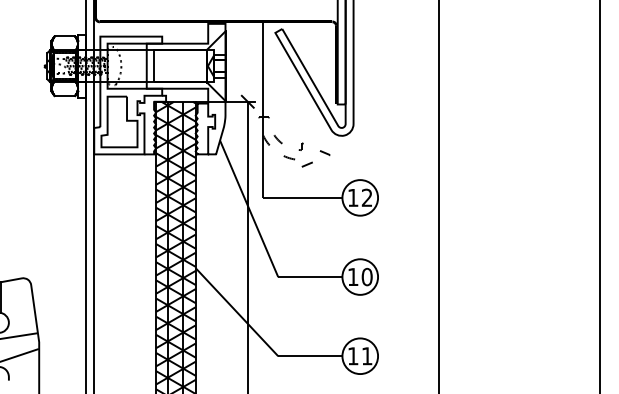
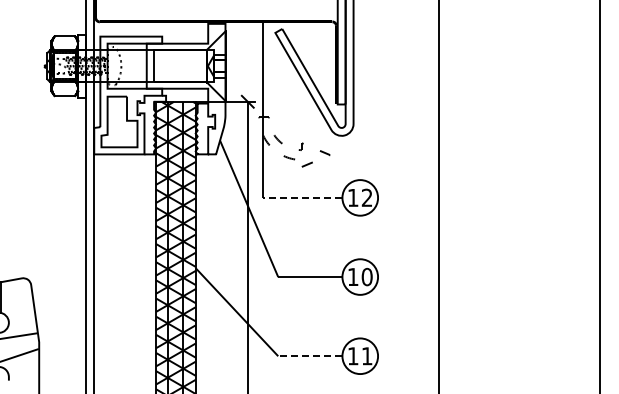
line at (302, 197): solid -> dashed
line at (309, 356): solid -> dashed
